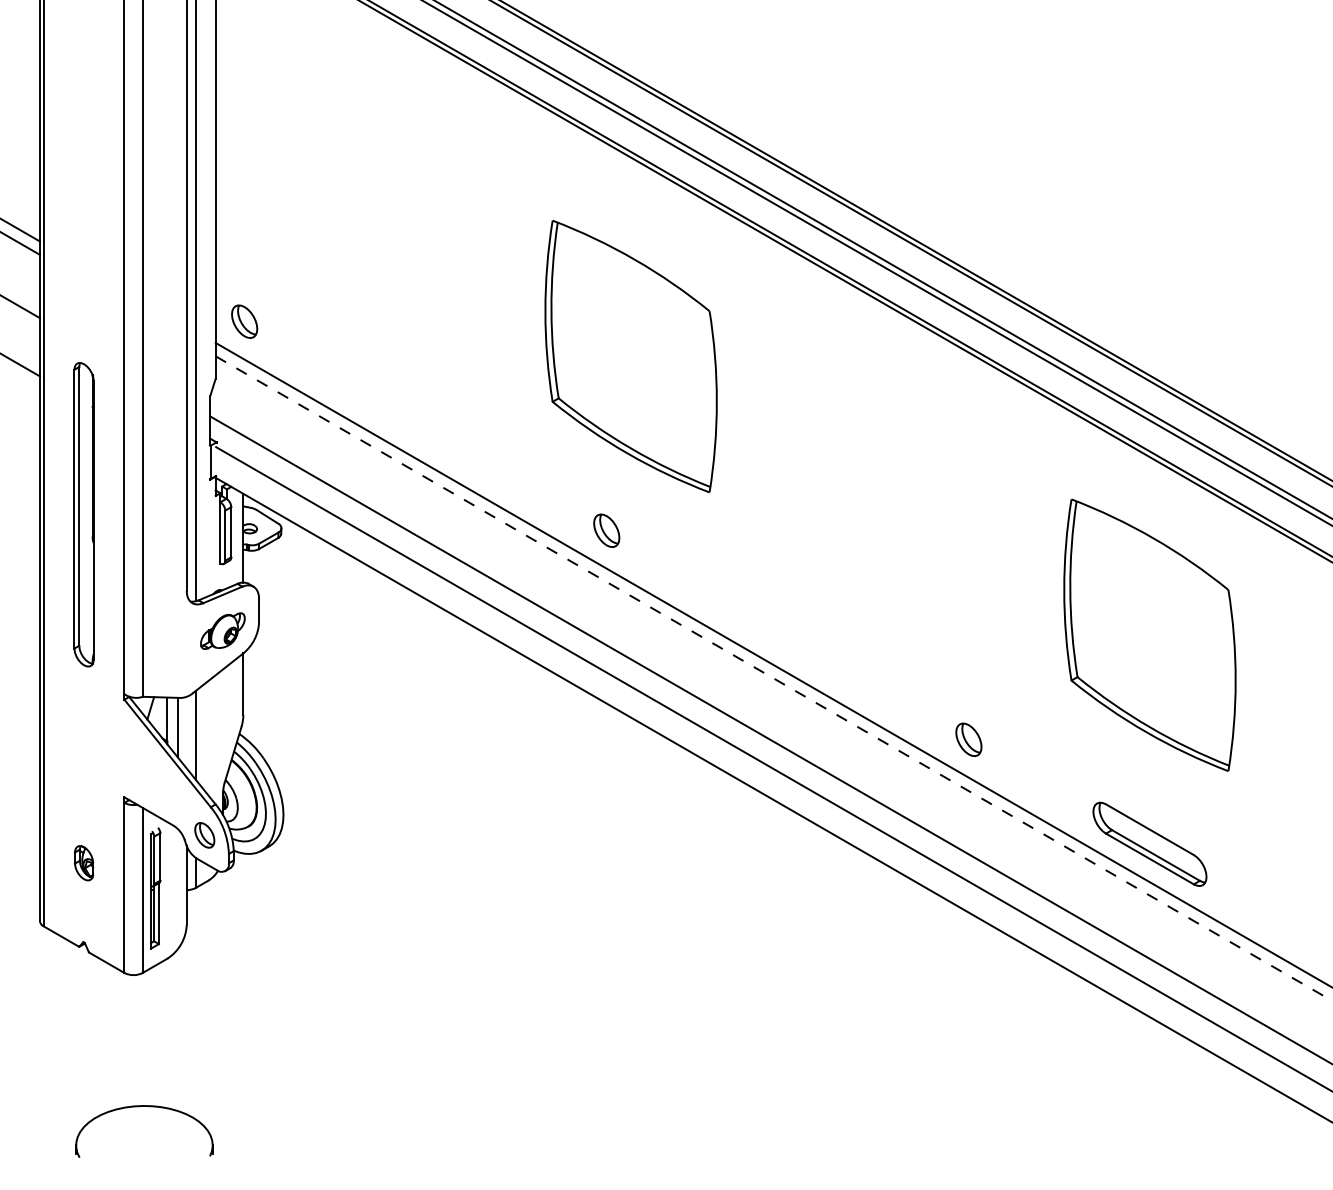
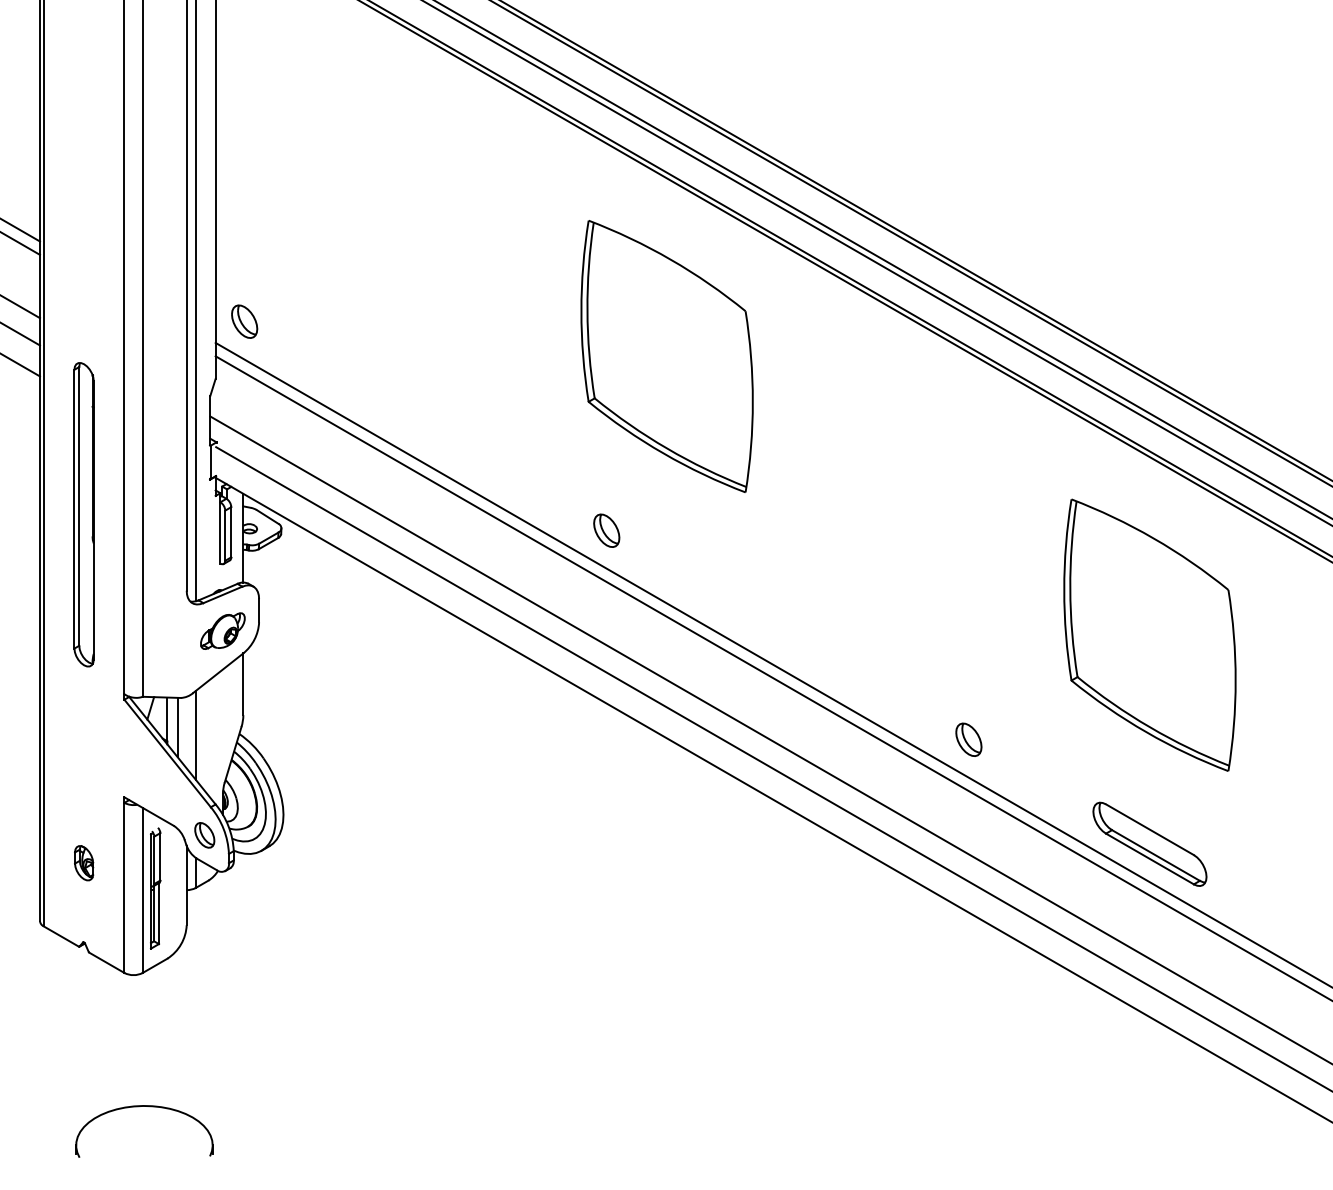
line at (20, 334): none -> present
part at (630, 356) position: (630, 356) -> (666, 356)
line at (774, 678): dashed -> solid
